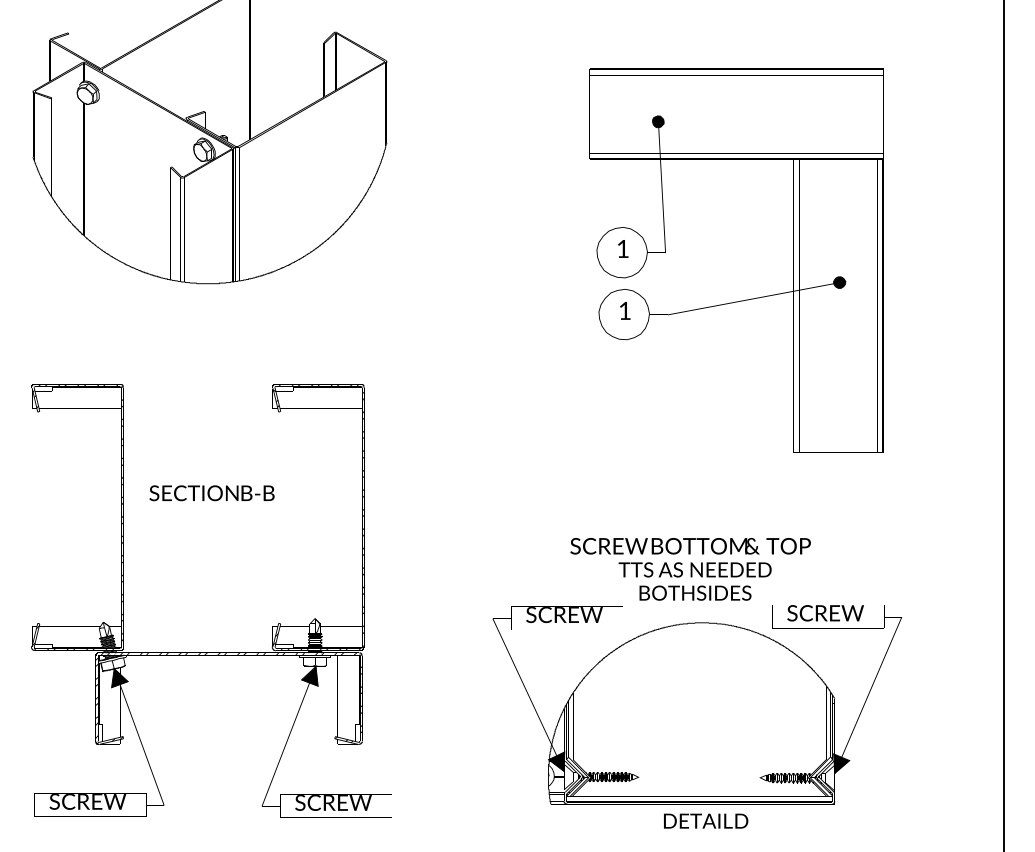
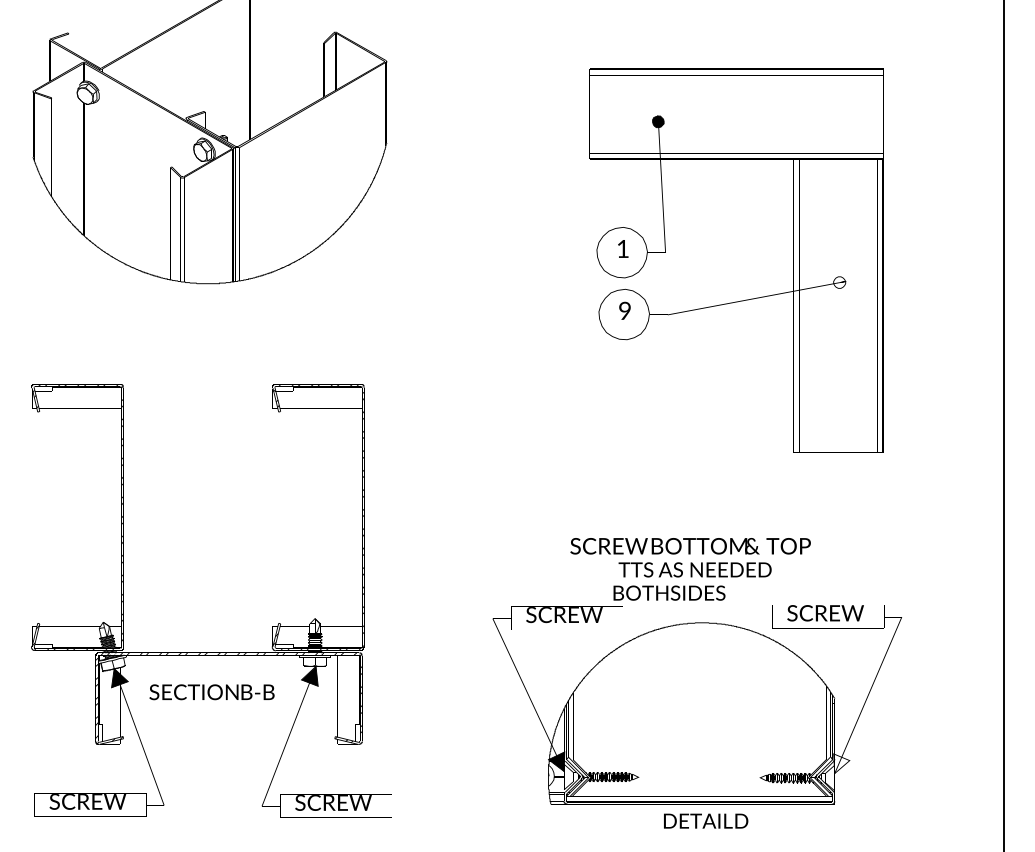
fill at (839, 282): present -> none
text at (624, 310): 1 -> 9
text at (211, 493) position: (211, 493) -> (211, 692)
text at (695, 592) position: (695, 592) -> (669, 592)
fill at (841, 763): present -> none
